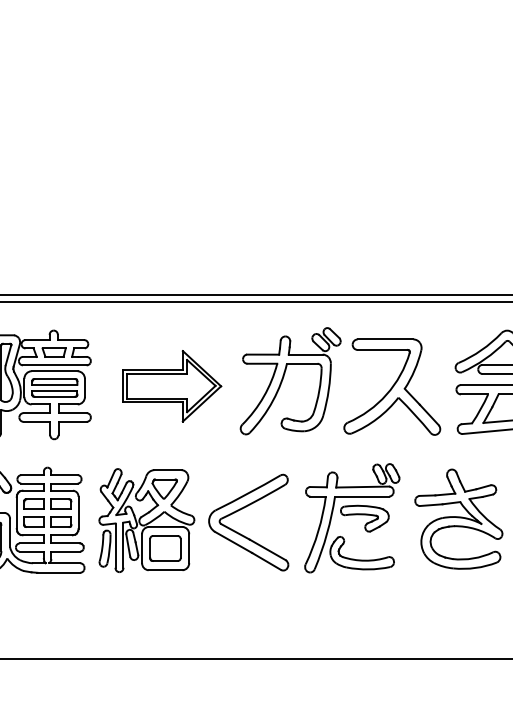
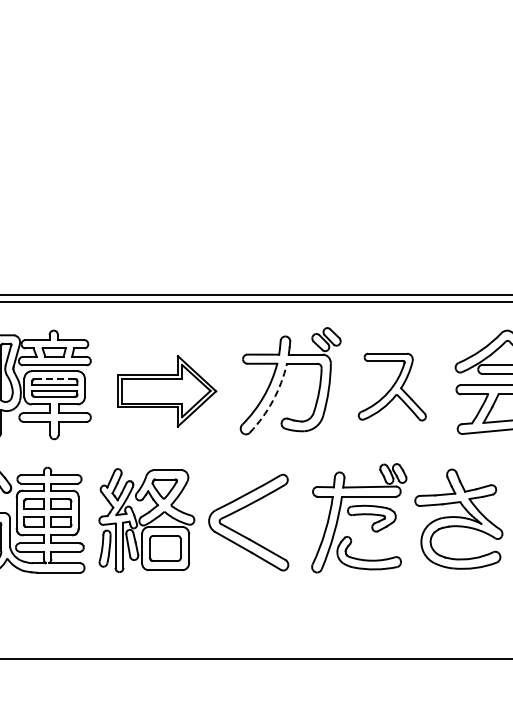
line at (55, 379): solid -> dashed
part at (172, 386) position: (172, 386) -> (167, 391)
part at (392, 386) size: 99x98 px -> 70x70 px
arc at (273, 400): solid -> dashed
part at (352, 518) position: (352, 518) -> (359, 518)
